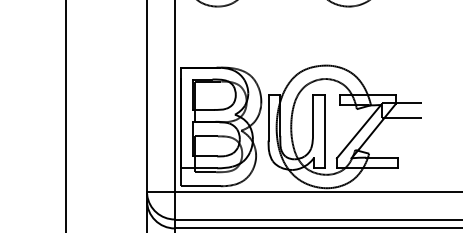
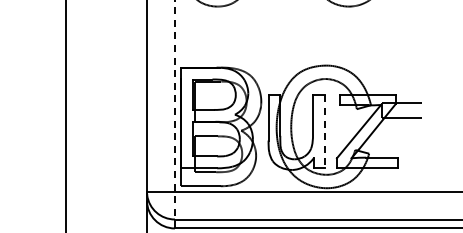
line at (174, 116): solid -> dashed
line at (324, 132): solid -> dashed
